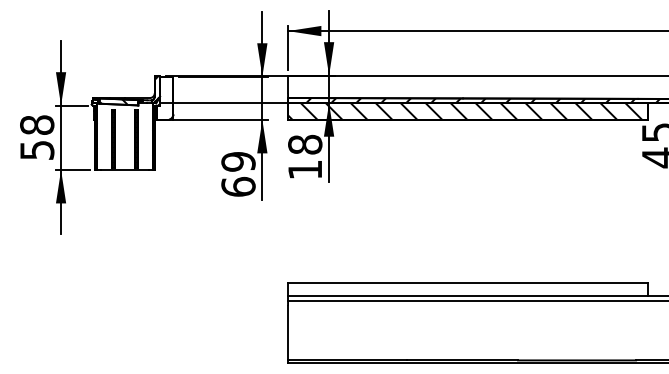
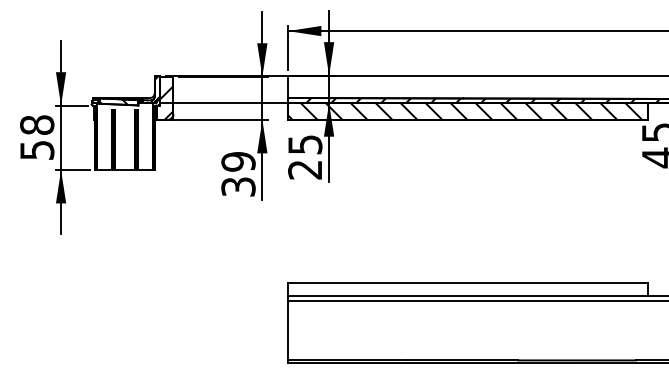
hatch at (166, 103): none -> present
text at (305, 156): 18 -> 25
text at (238, 186): 69 -> 39
